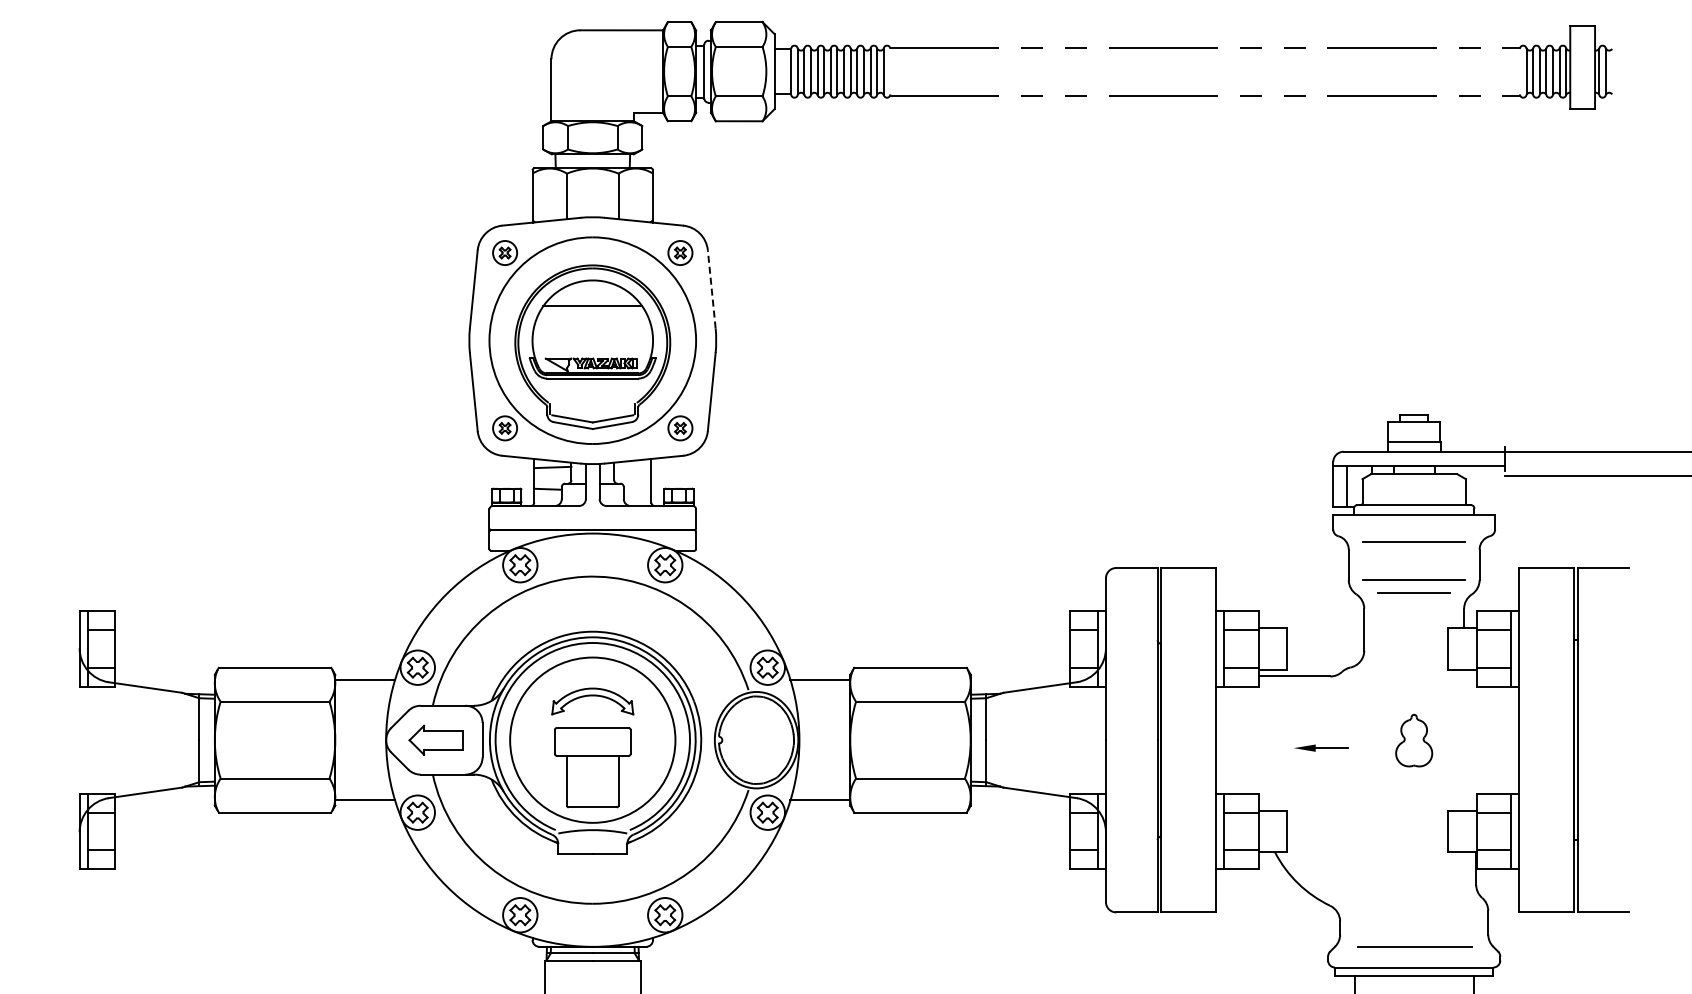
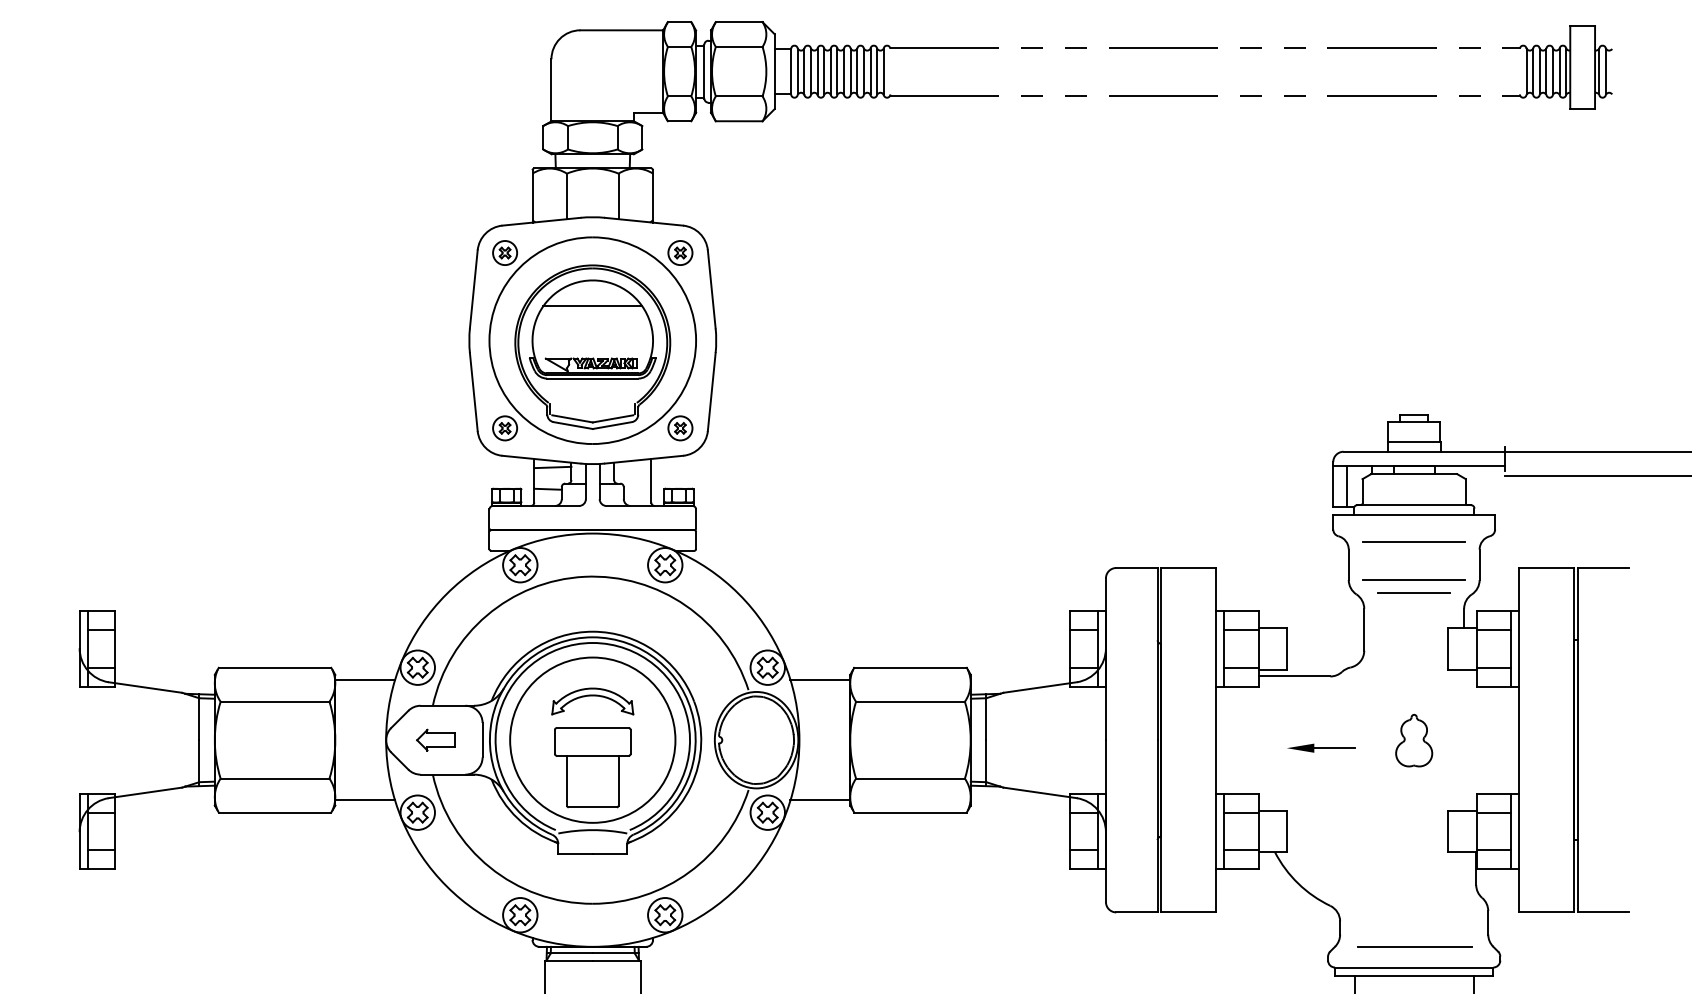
line at (711, 288): dashed -> solid
part at (435, 739) size: 56x32 px -> 40x24 px
part at (1321, 747) size: 55x8 px -> 69x10 px
